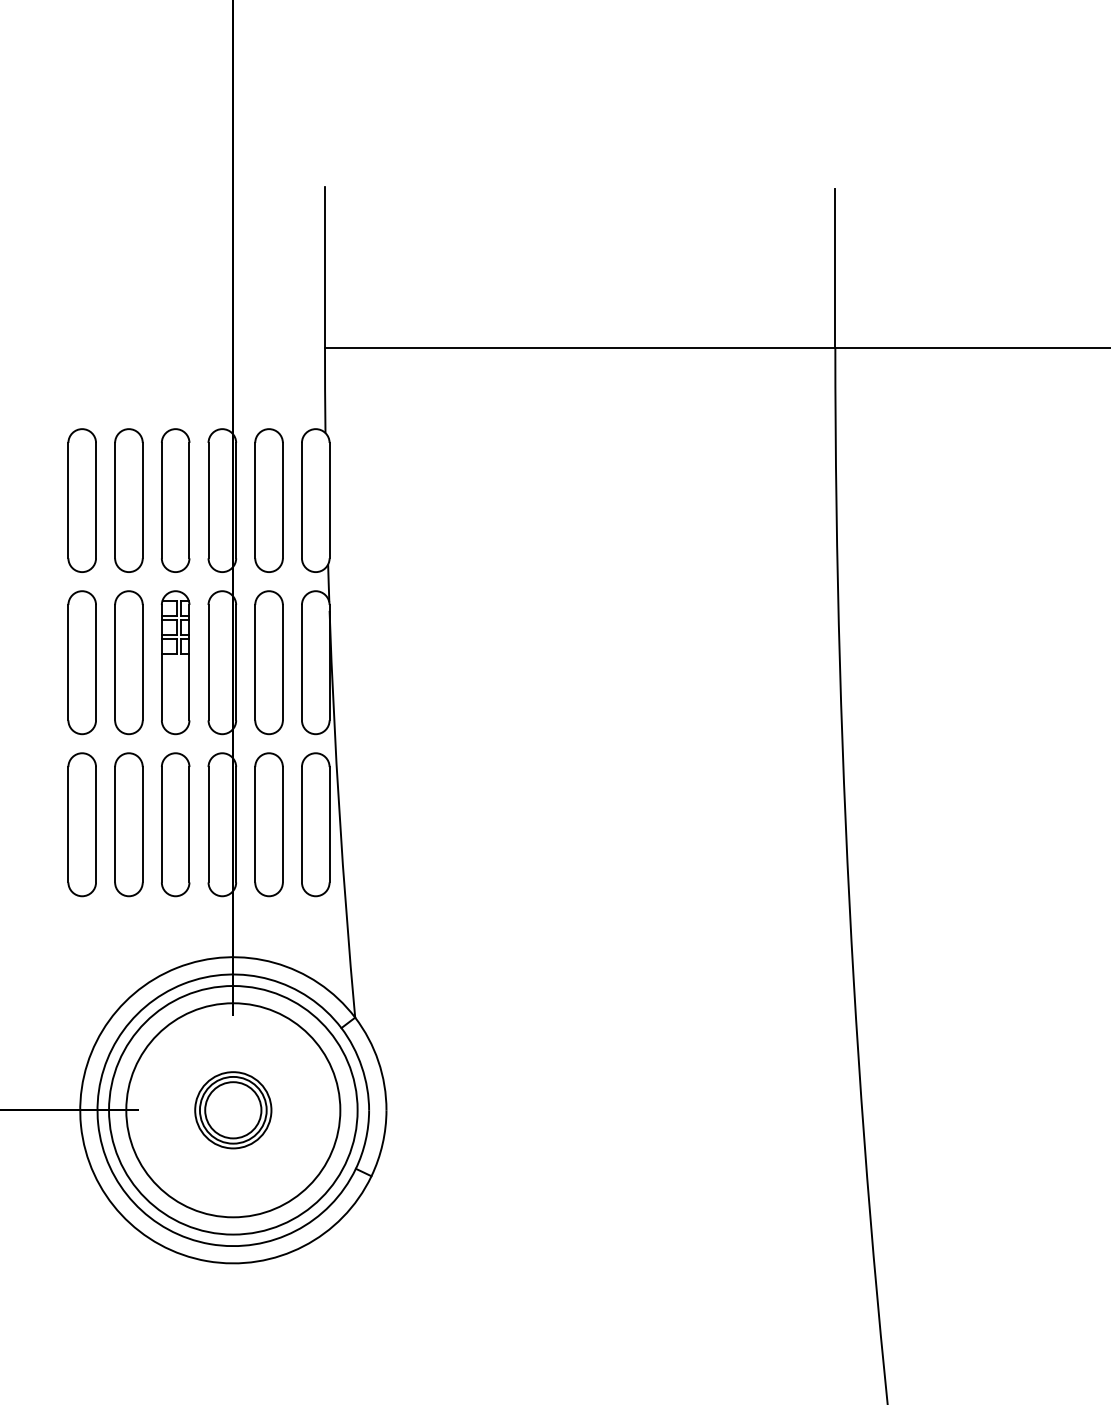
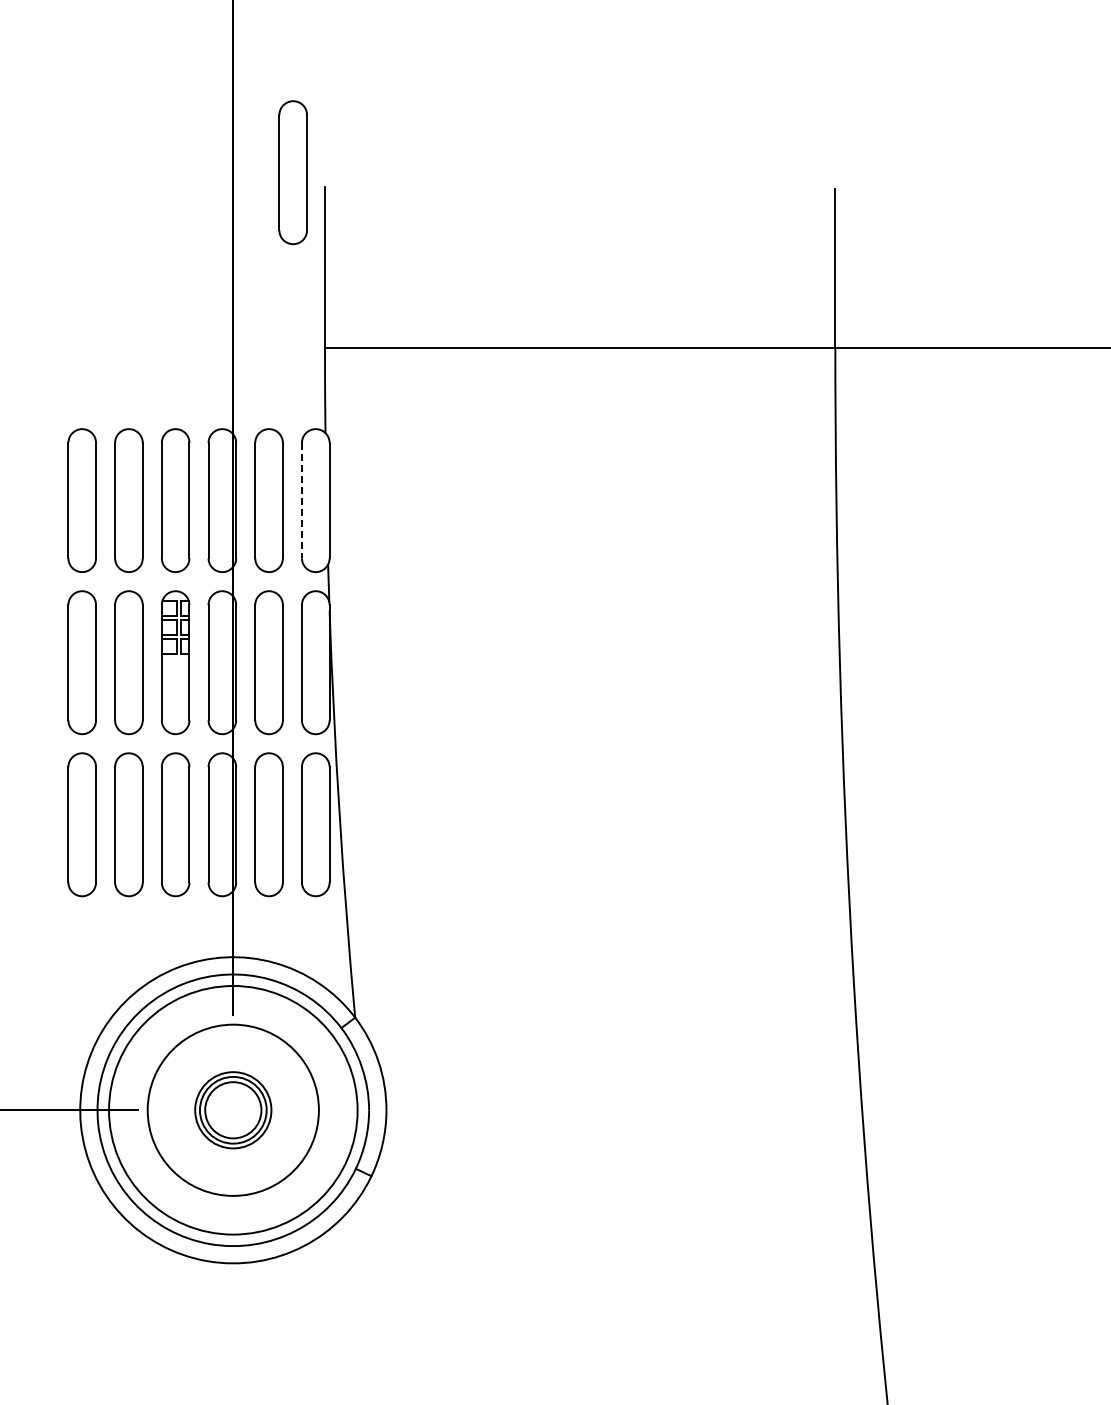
part at (292, 172): none -> present
line at (301, 500): solid -> dashed
circle at (233, 1110) diameter: 214 px -> 171 px
